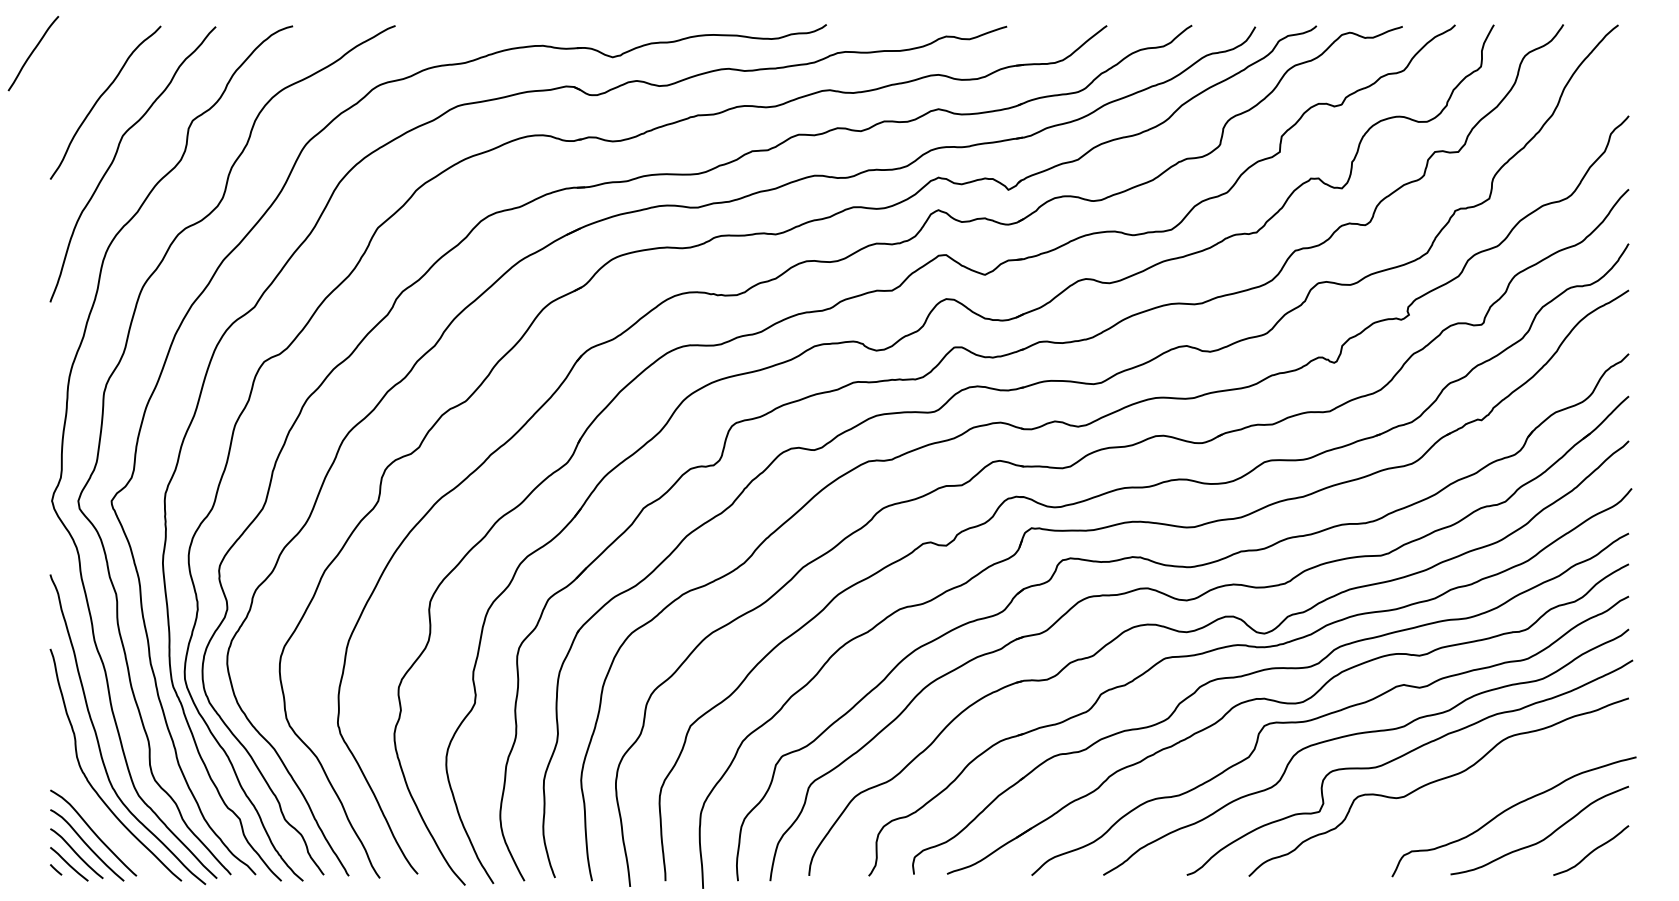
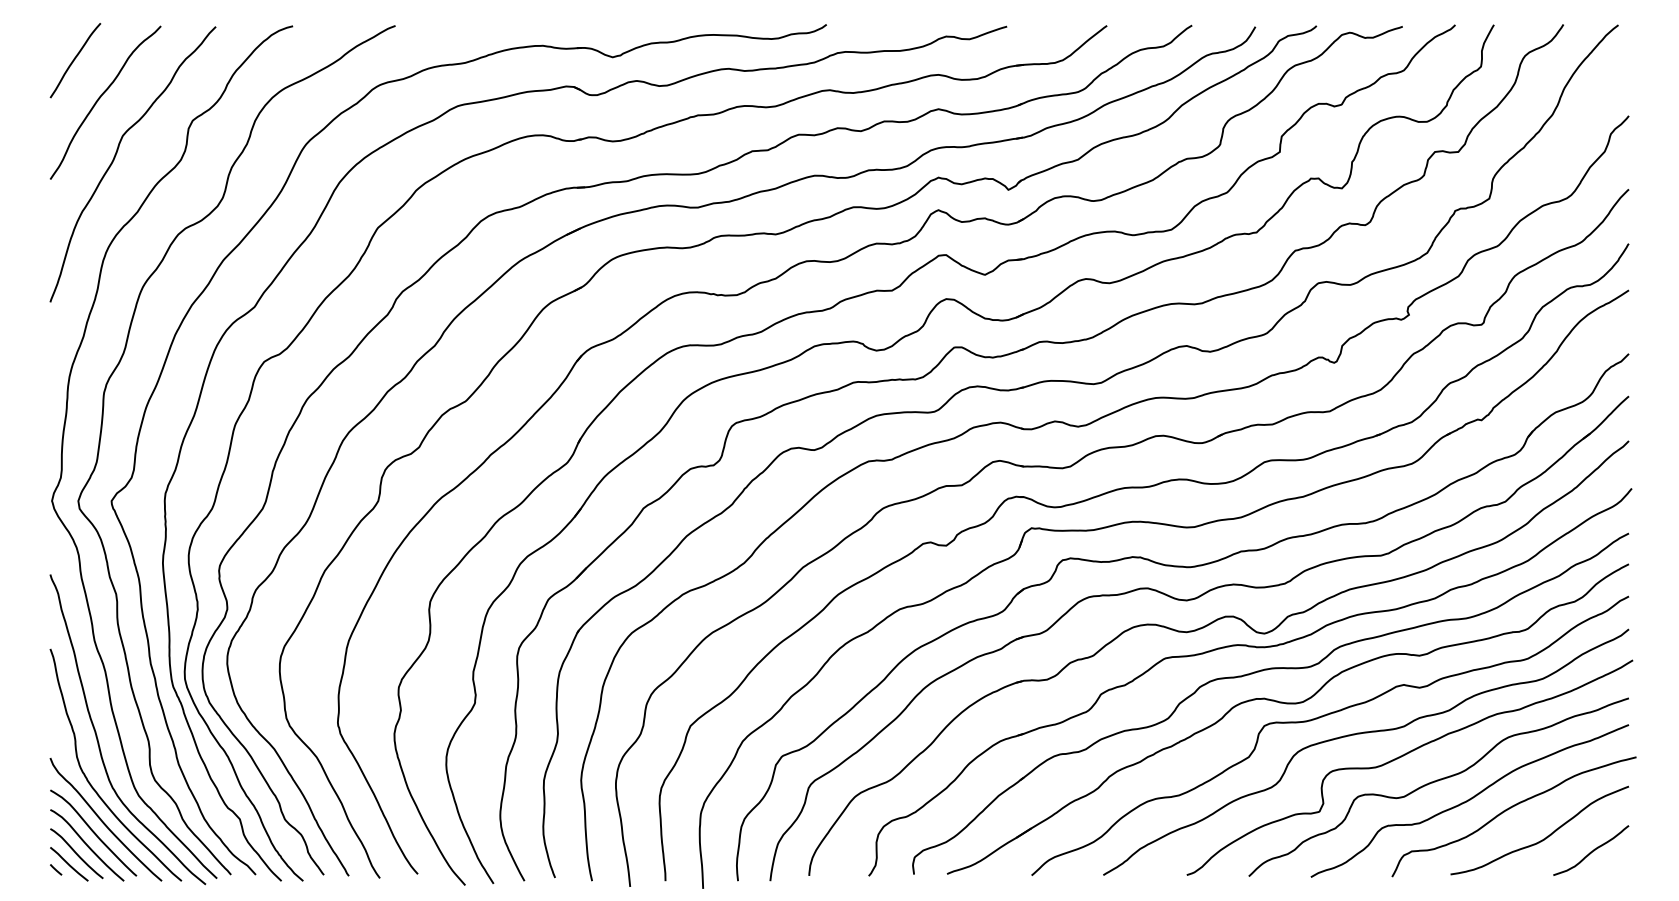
curve at (33, 52) position: (33, 52) -> (75, 59)
curve at (1469, 800): none -> present
curve at (103, 821): none -> present
